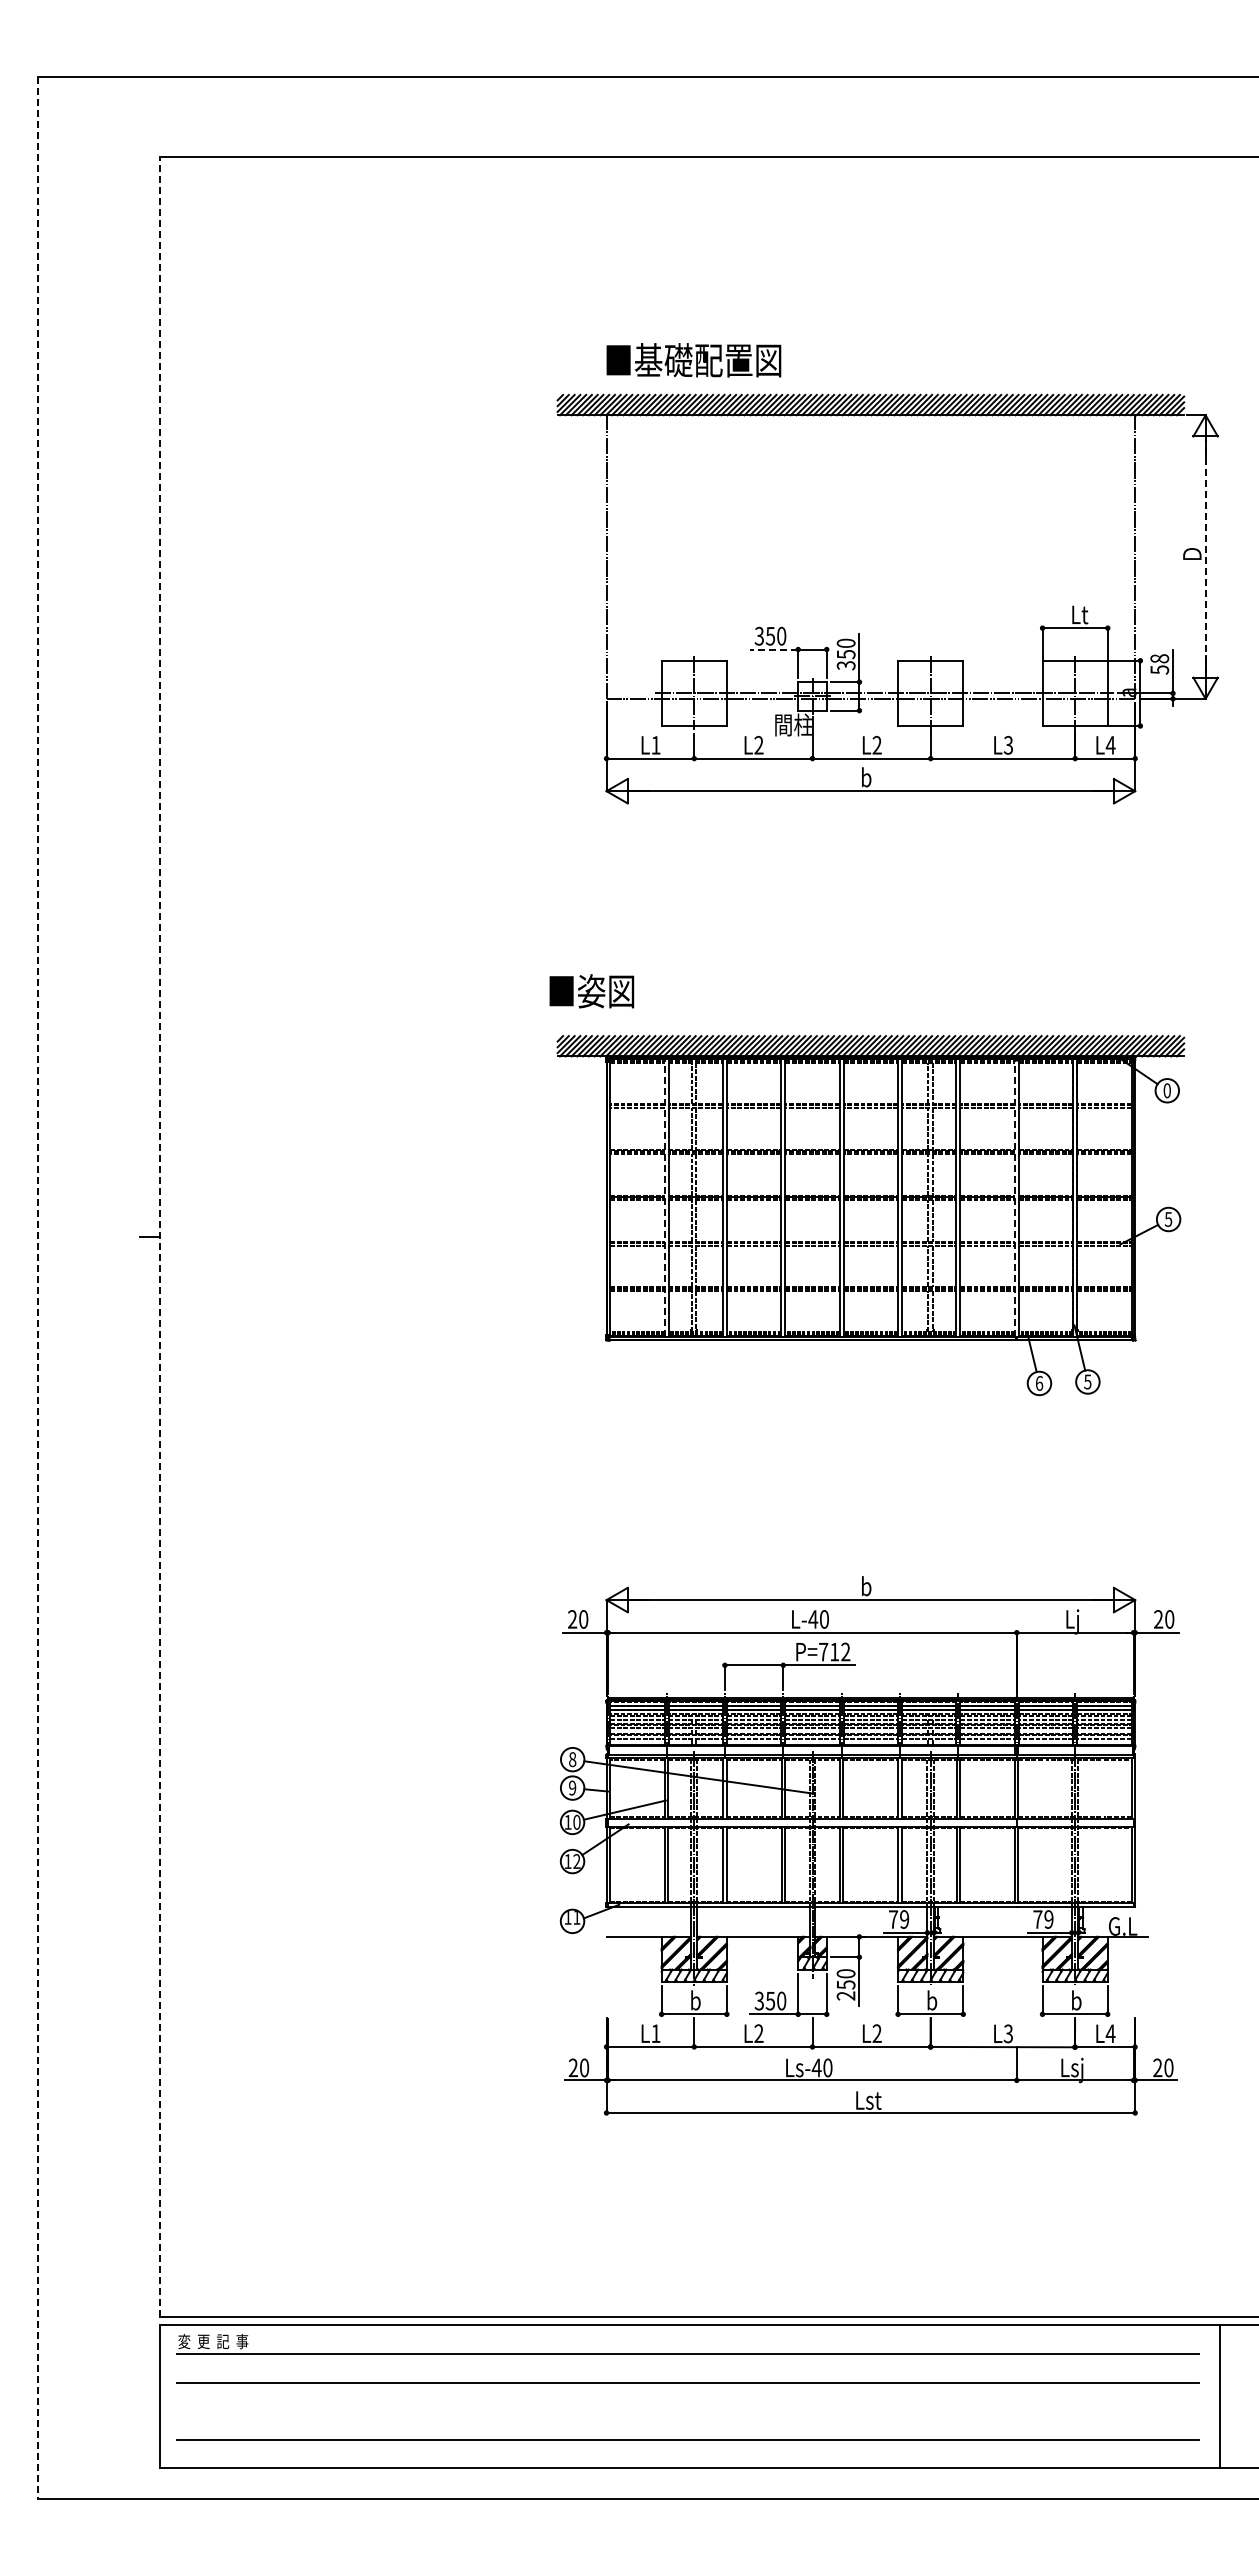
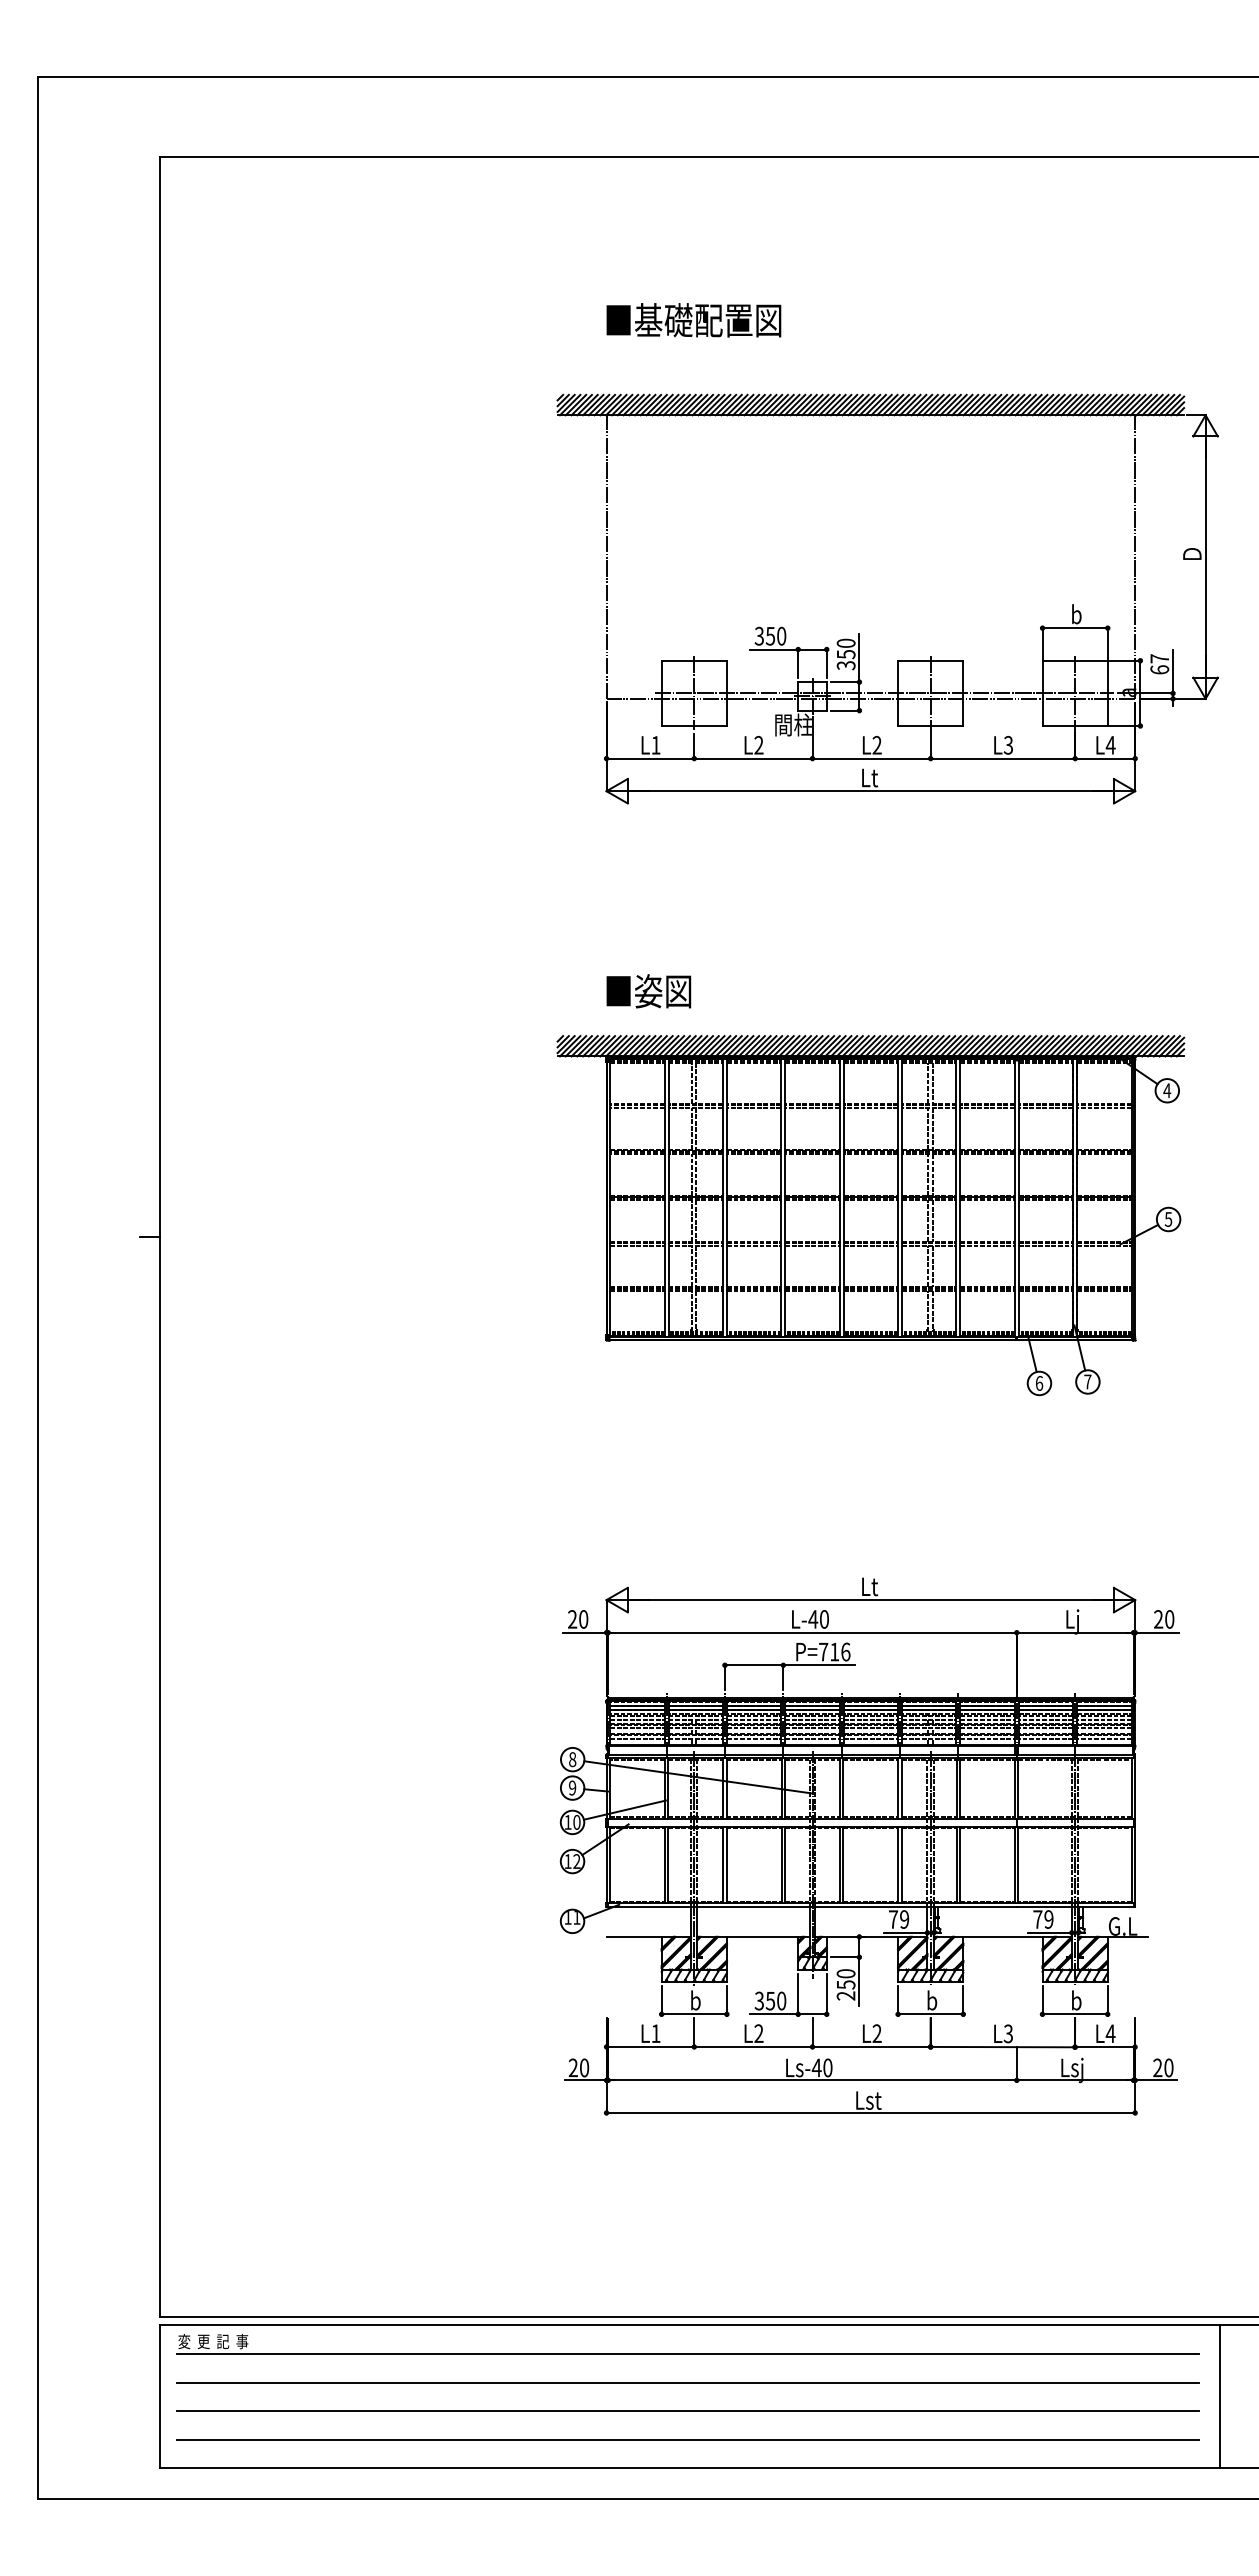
text at (693, 360) position: (693, 360) -> (693, 320)
line at (1205, 556): dashed -> solid
text at (1080, 614): Lt -> b
line at (773, 649): dashed -> solid
text at (1159, 664): 58 -> 67
text at (870, 777): b -> Lt
text at (591, 991) position: (591, 991) -> (648, 991)
text at (1167, 1090): 0 -> 4
line at (664, 1197): dashed -> solid
line at (1014, 1197): dashed -> solid
line at (159, 1236): dashed -> solid
line at (37, 1288): dashed -> solid
text at (1087, 1381): 5 -> 7
text at (870, 1586): b -> Lt
text at (845, 1651): P=712 -> P=716
line at (688, 2411): none -> present
